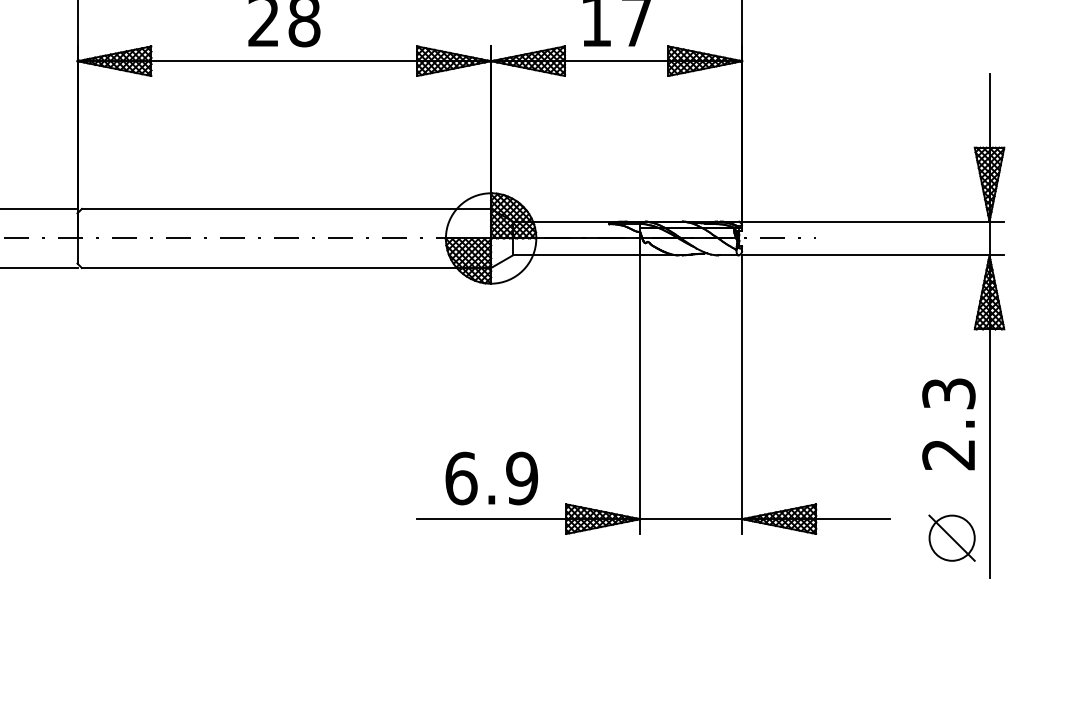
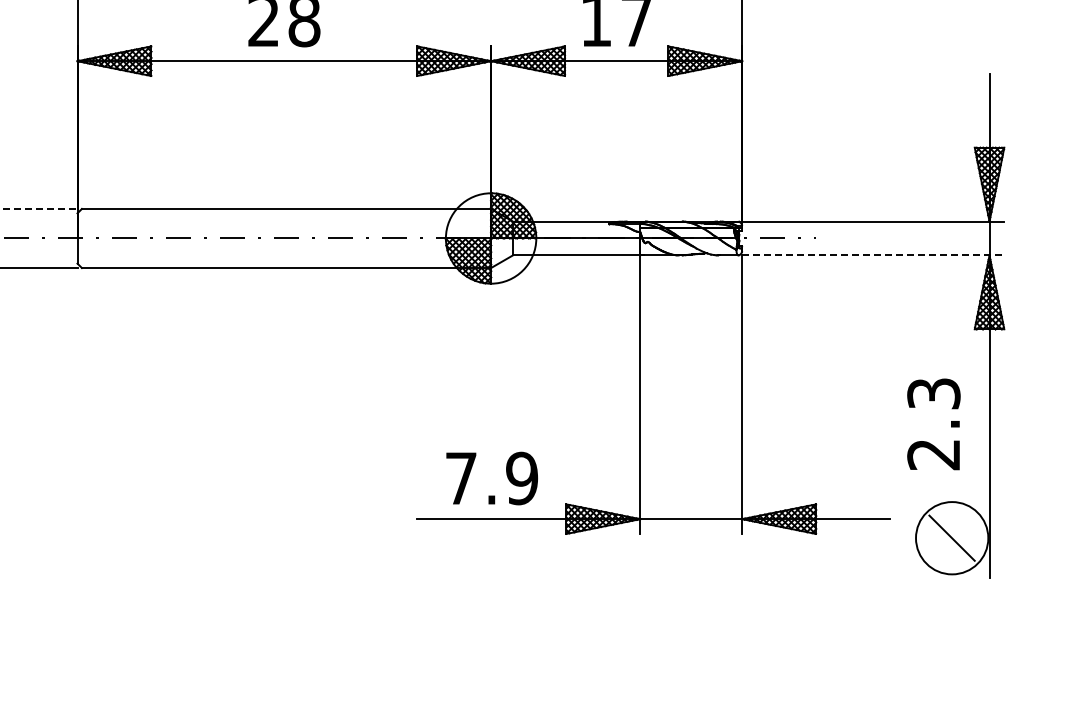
line at (39, 208): solid -> dashed
line at (873, 255): solid -> dashed
text at (948, 424) position: (948, 424) -> (933, 424)
text at (461, 478): 6.9 -> 7.9
circle at (951, 537) diameter: 45 px -> 72 px
